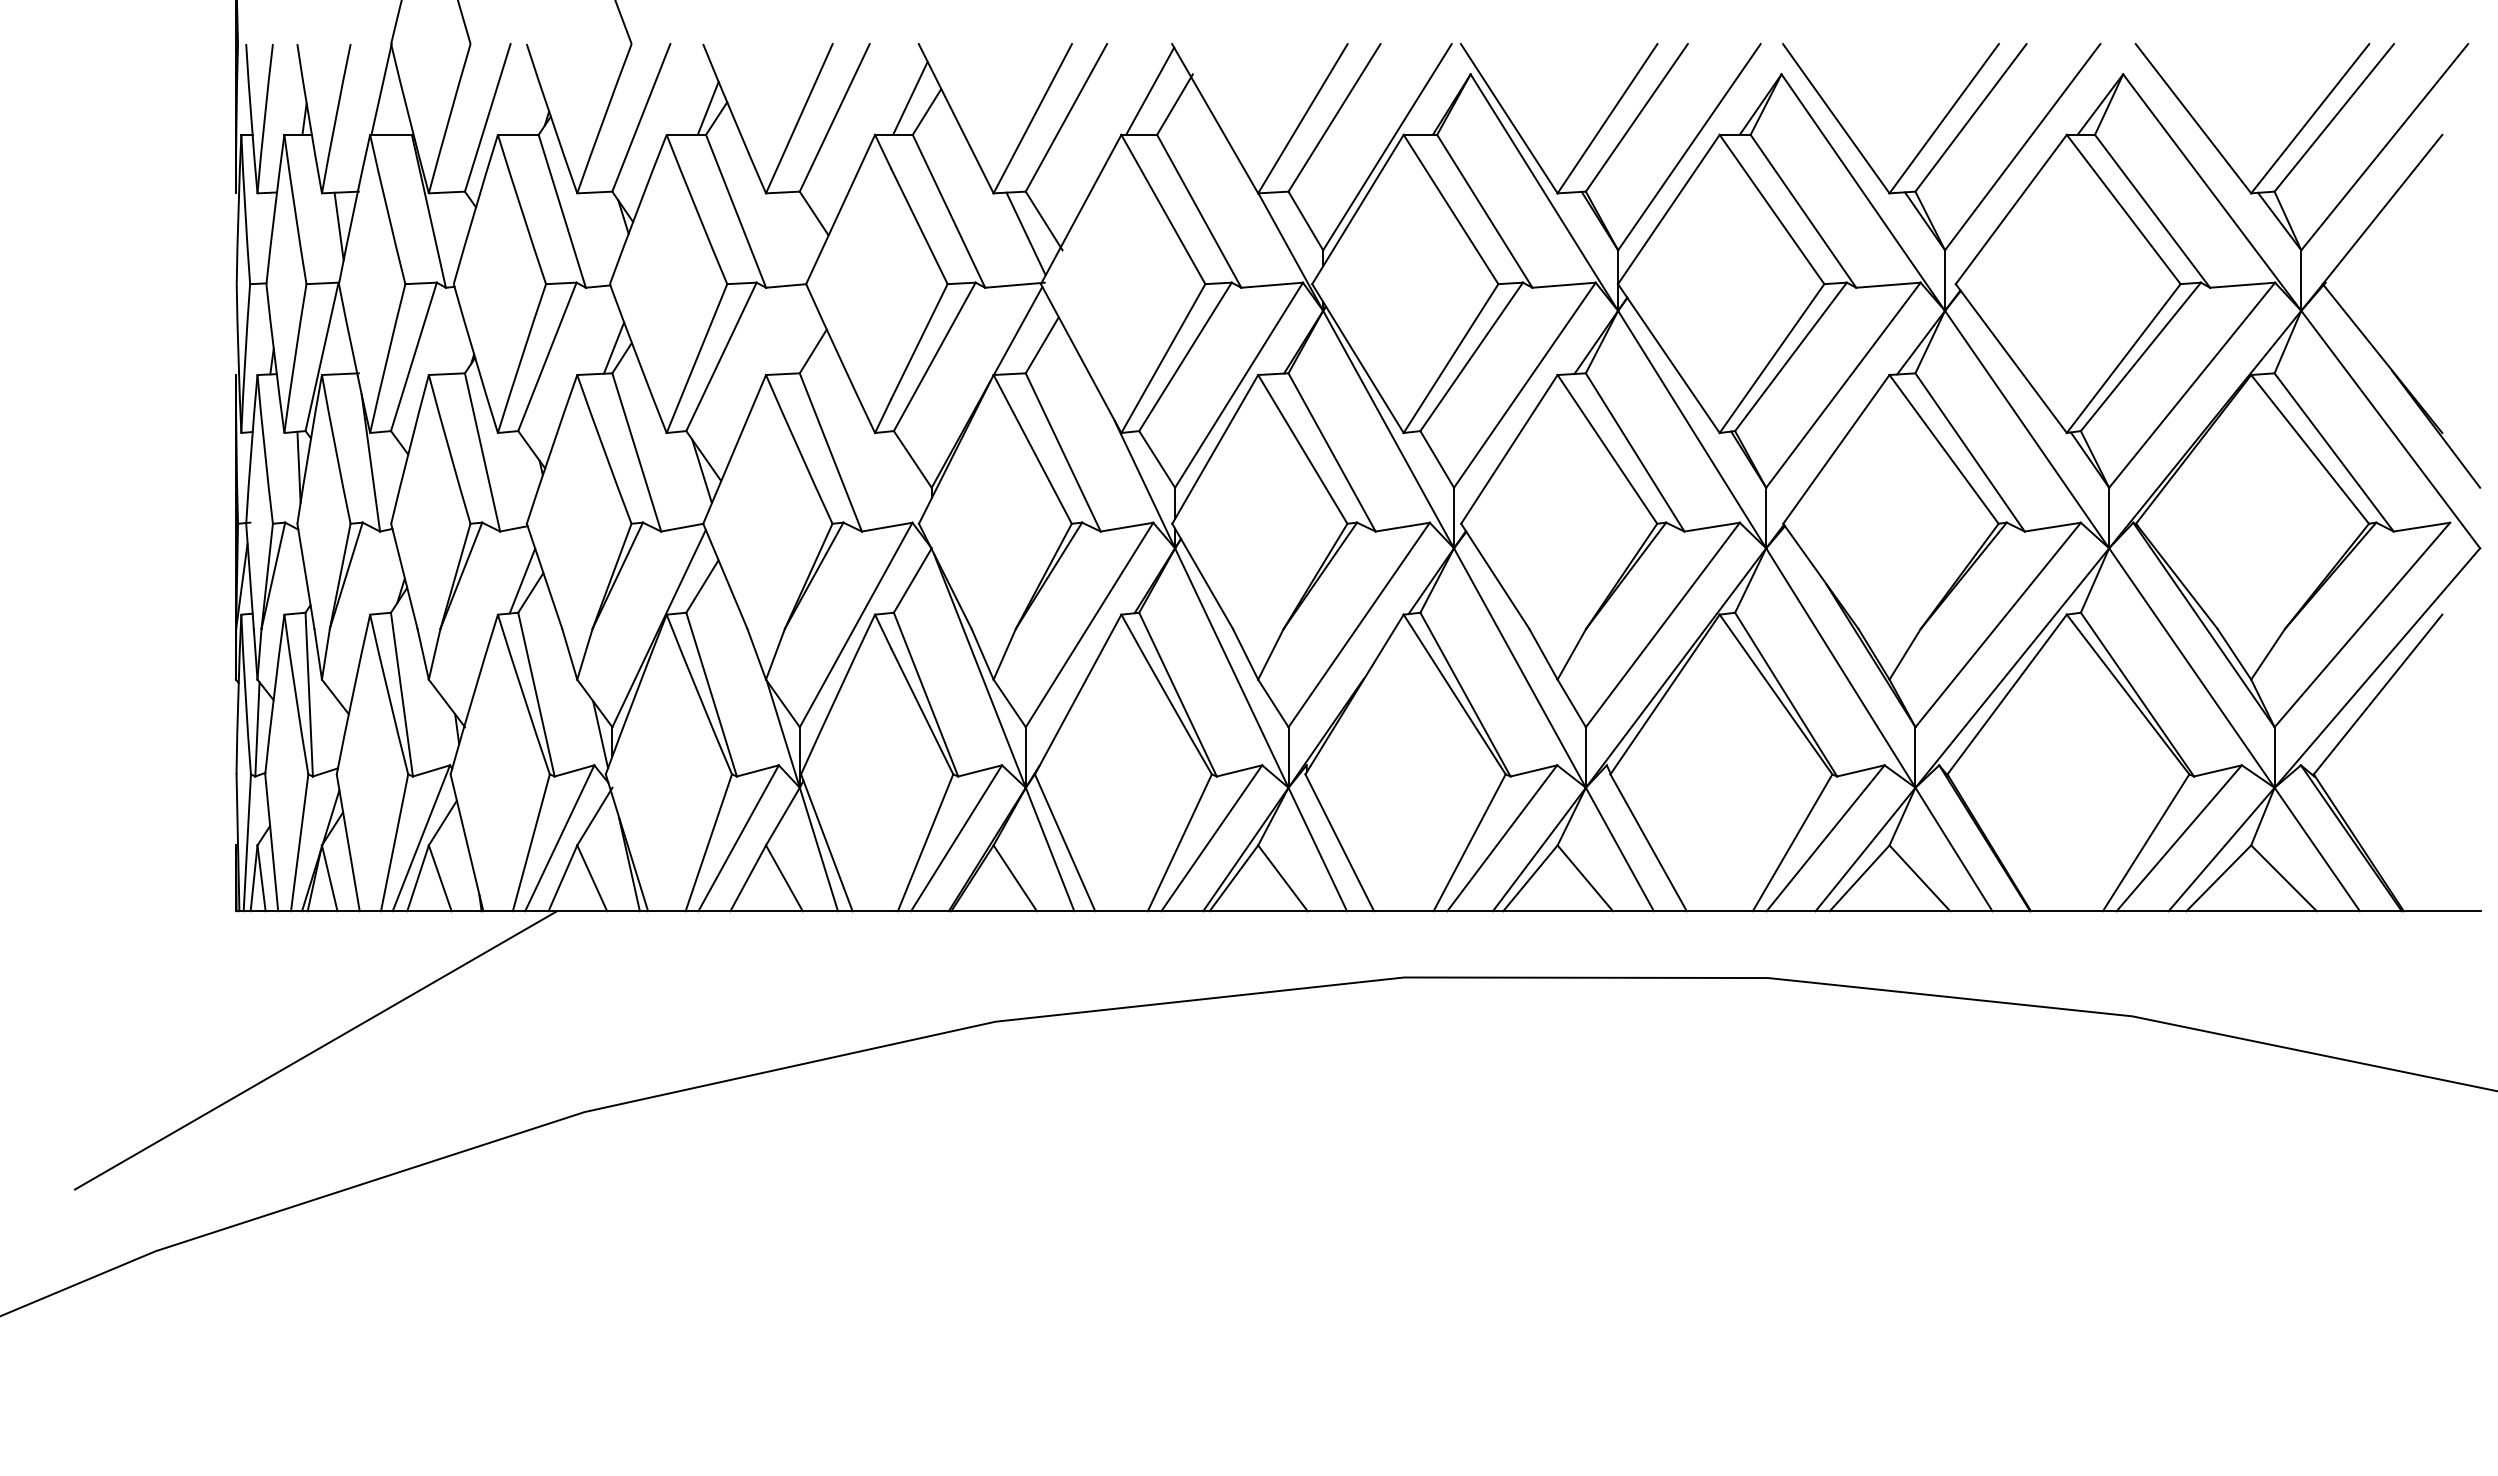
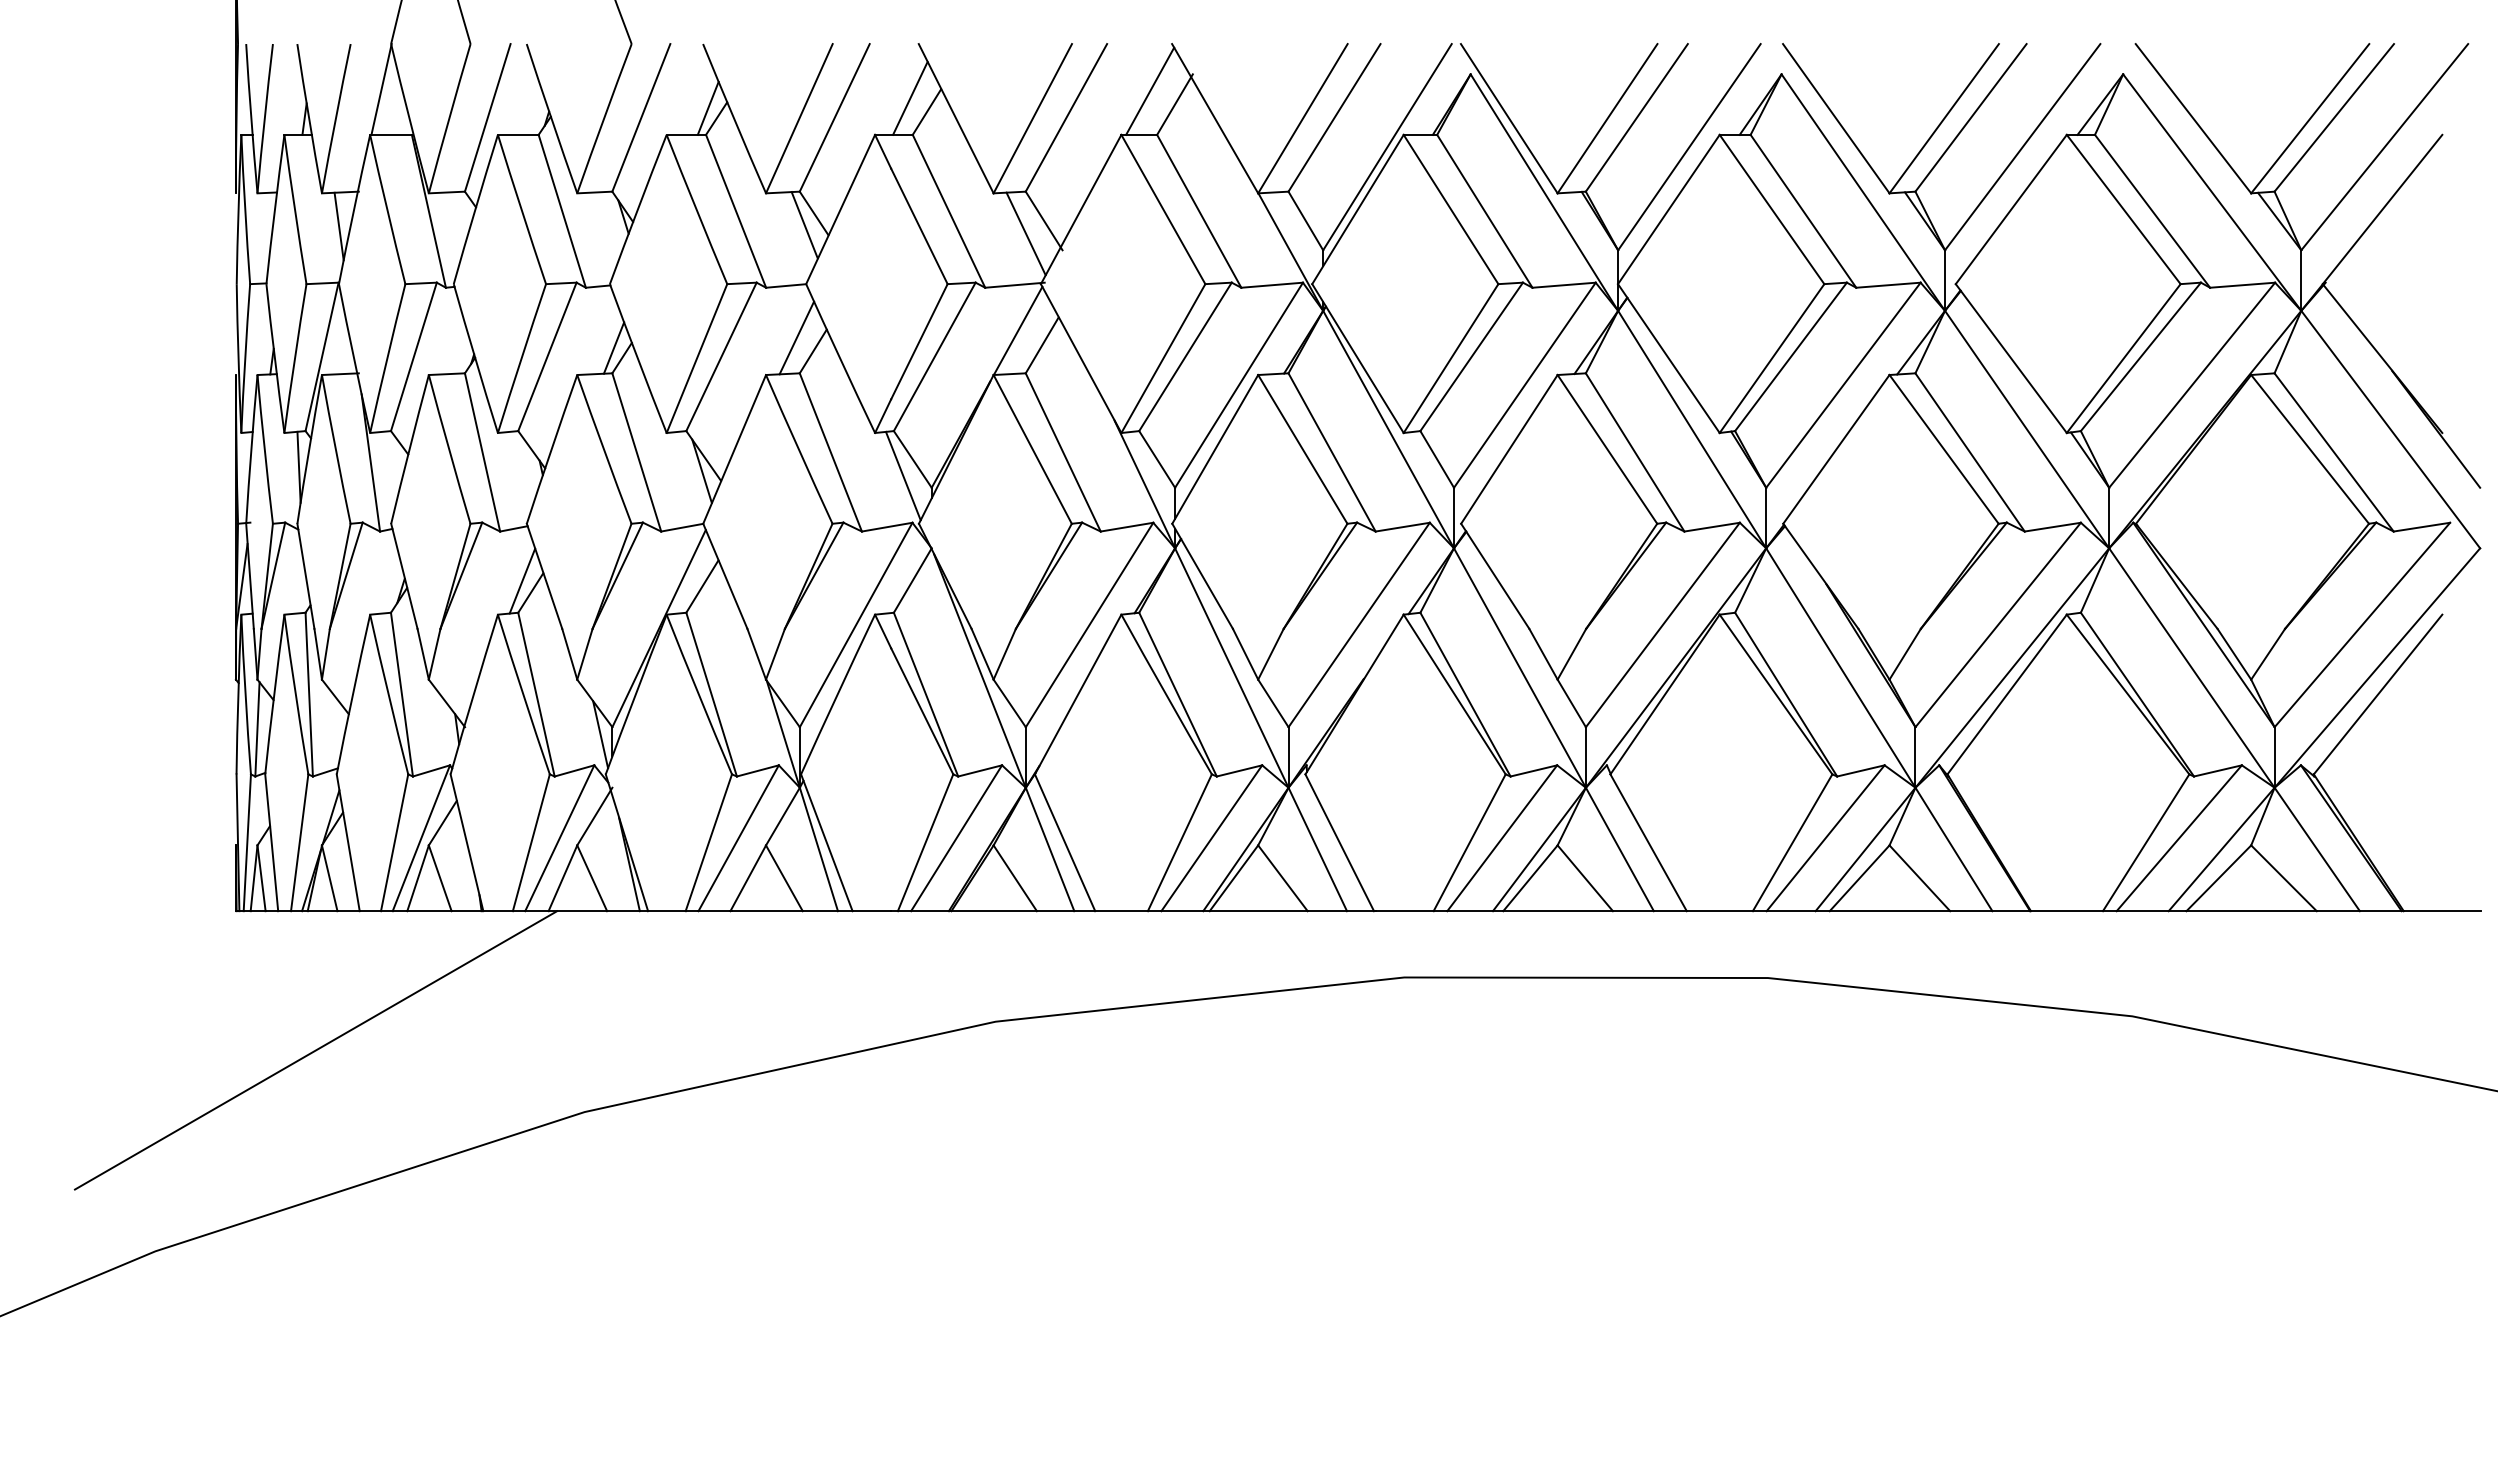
line at (804, 225): none -> present
line at (796, 337): none -> present
line at (902, 475): none -> present
